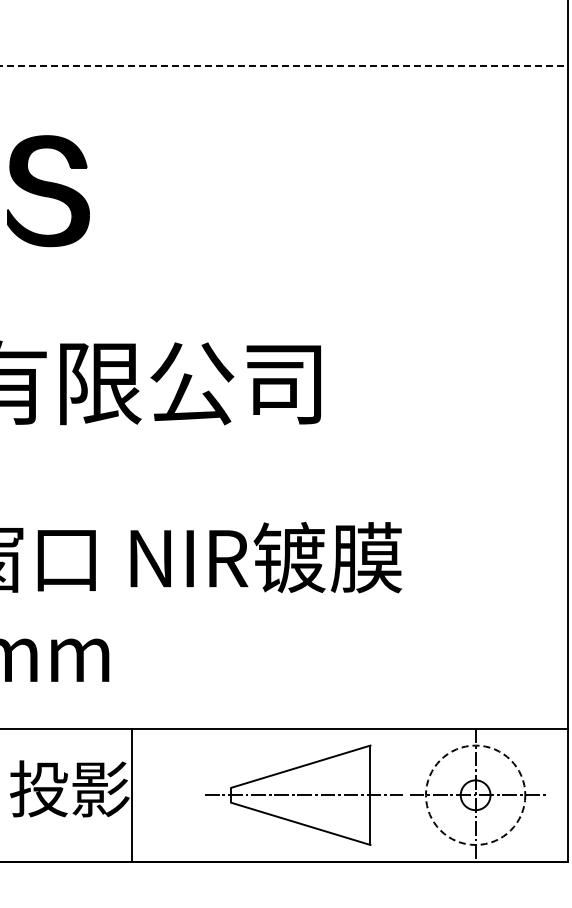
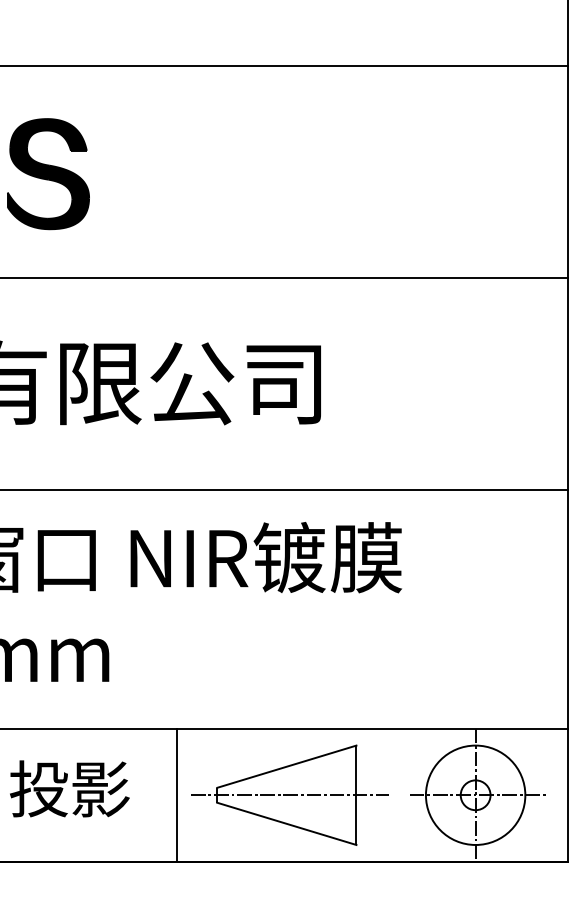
line at (284, 66): dashed -> solid
part at (48, 191) position: (48, 191) -> (48, 174)
line at (284, 278): none -> present
line at (284, 490): none -> present
line at (132, 794) position: (132, 794) -> (177, 794)
part at (303, 794) position: (303, 794) -> (289, 794)
circle at (475, 794): dashed -> solid
